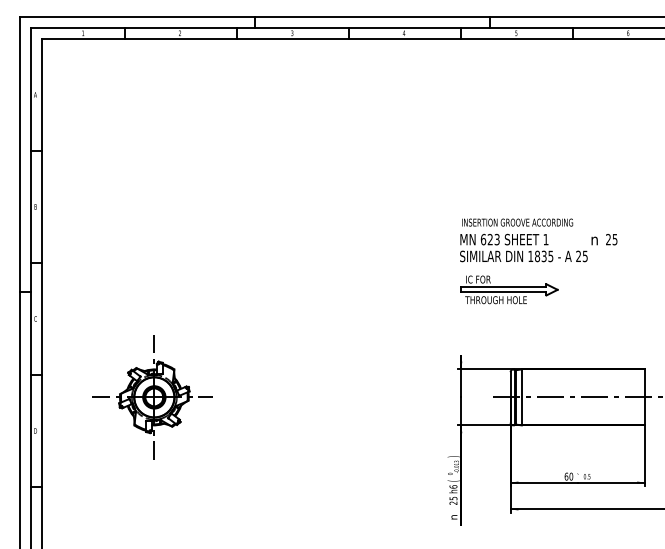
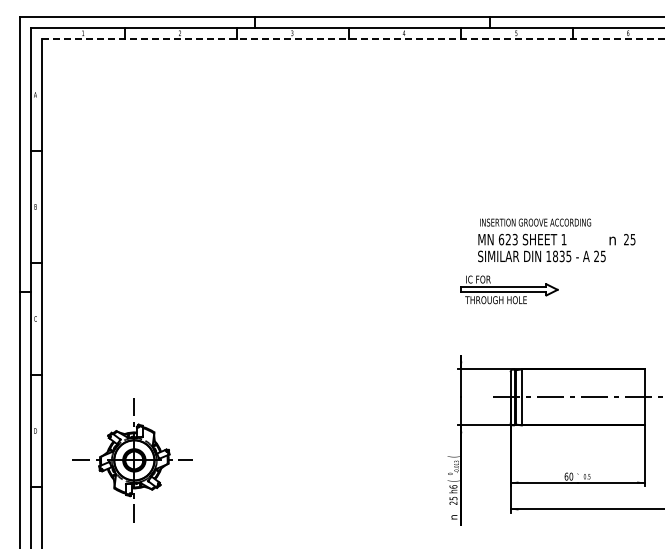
line at (354, 38): solid -> dashed
text at (538, 240) position: (538, 240) -> (556, 240)
part at (152, 397) position: (152, 397) -> (132, 460)
text at (453, 456): ) -> (
